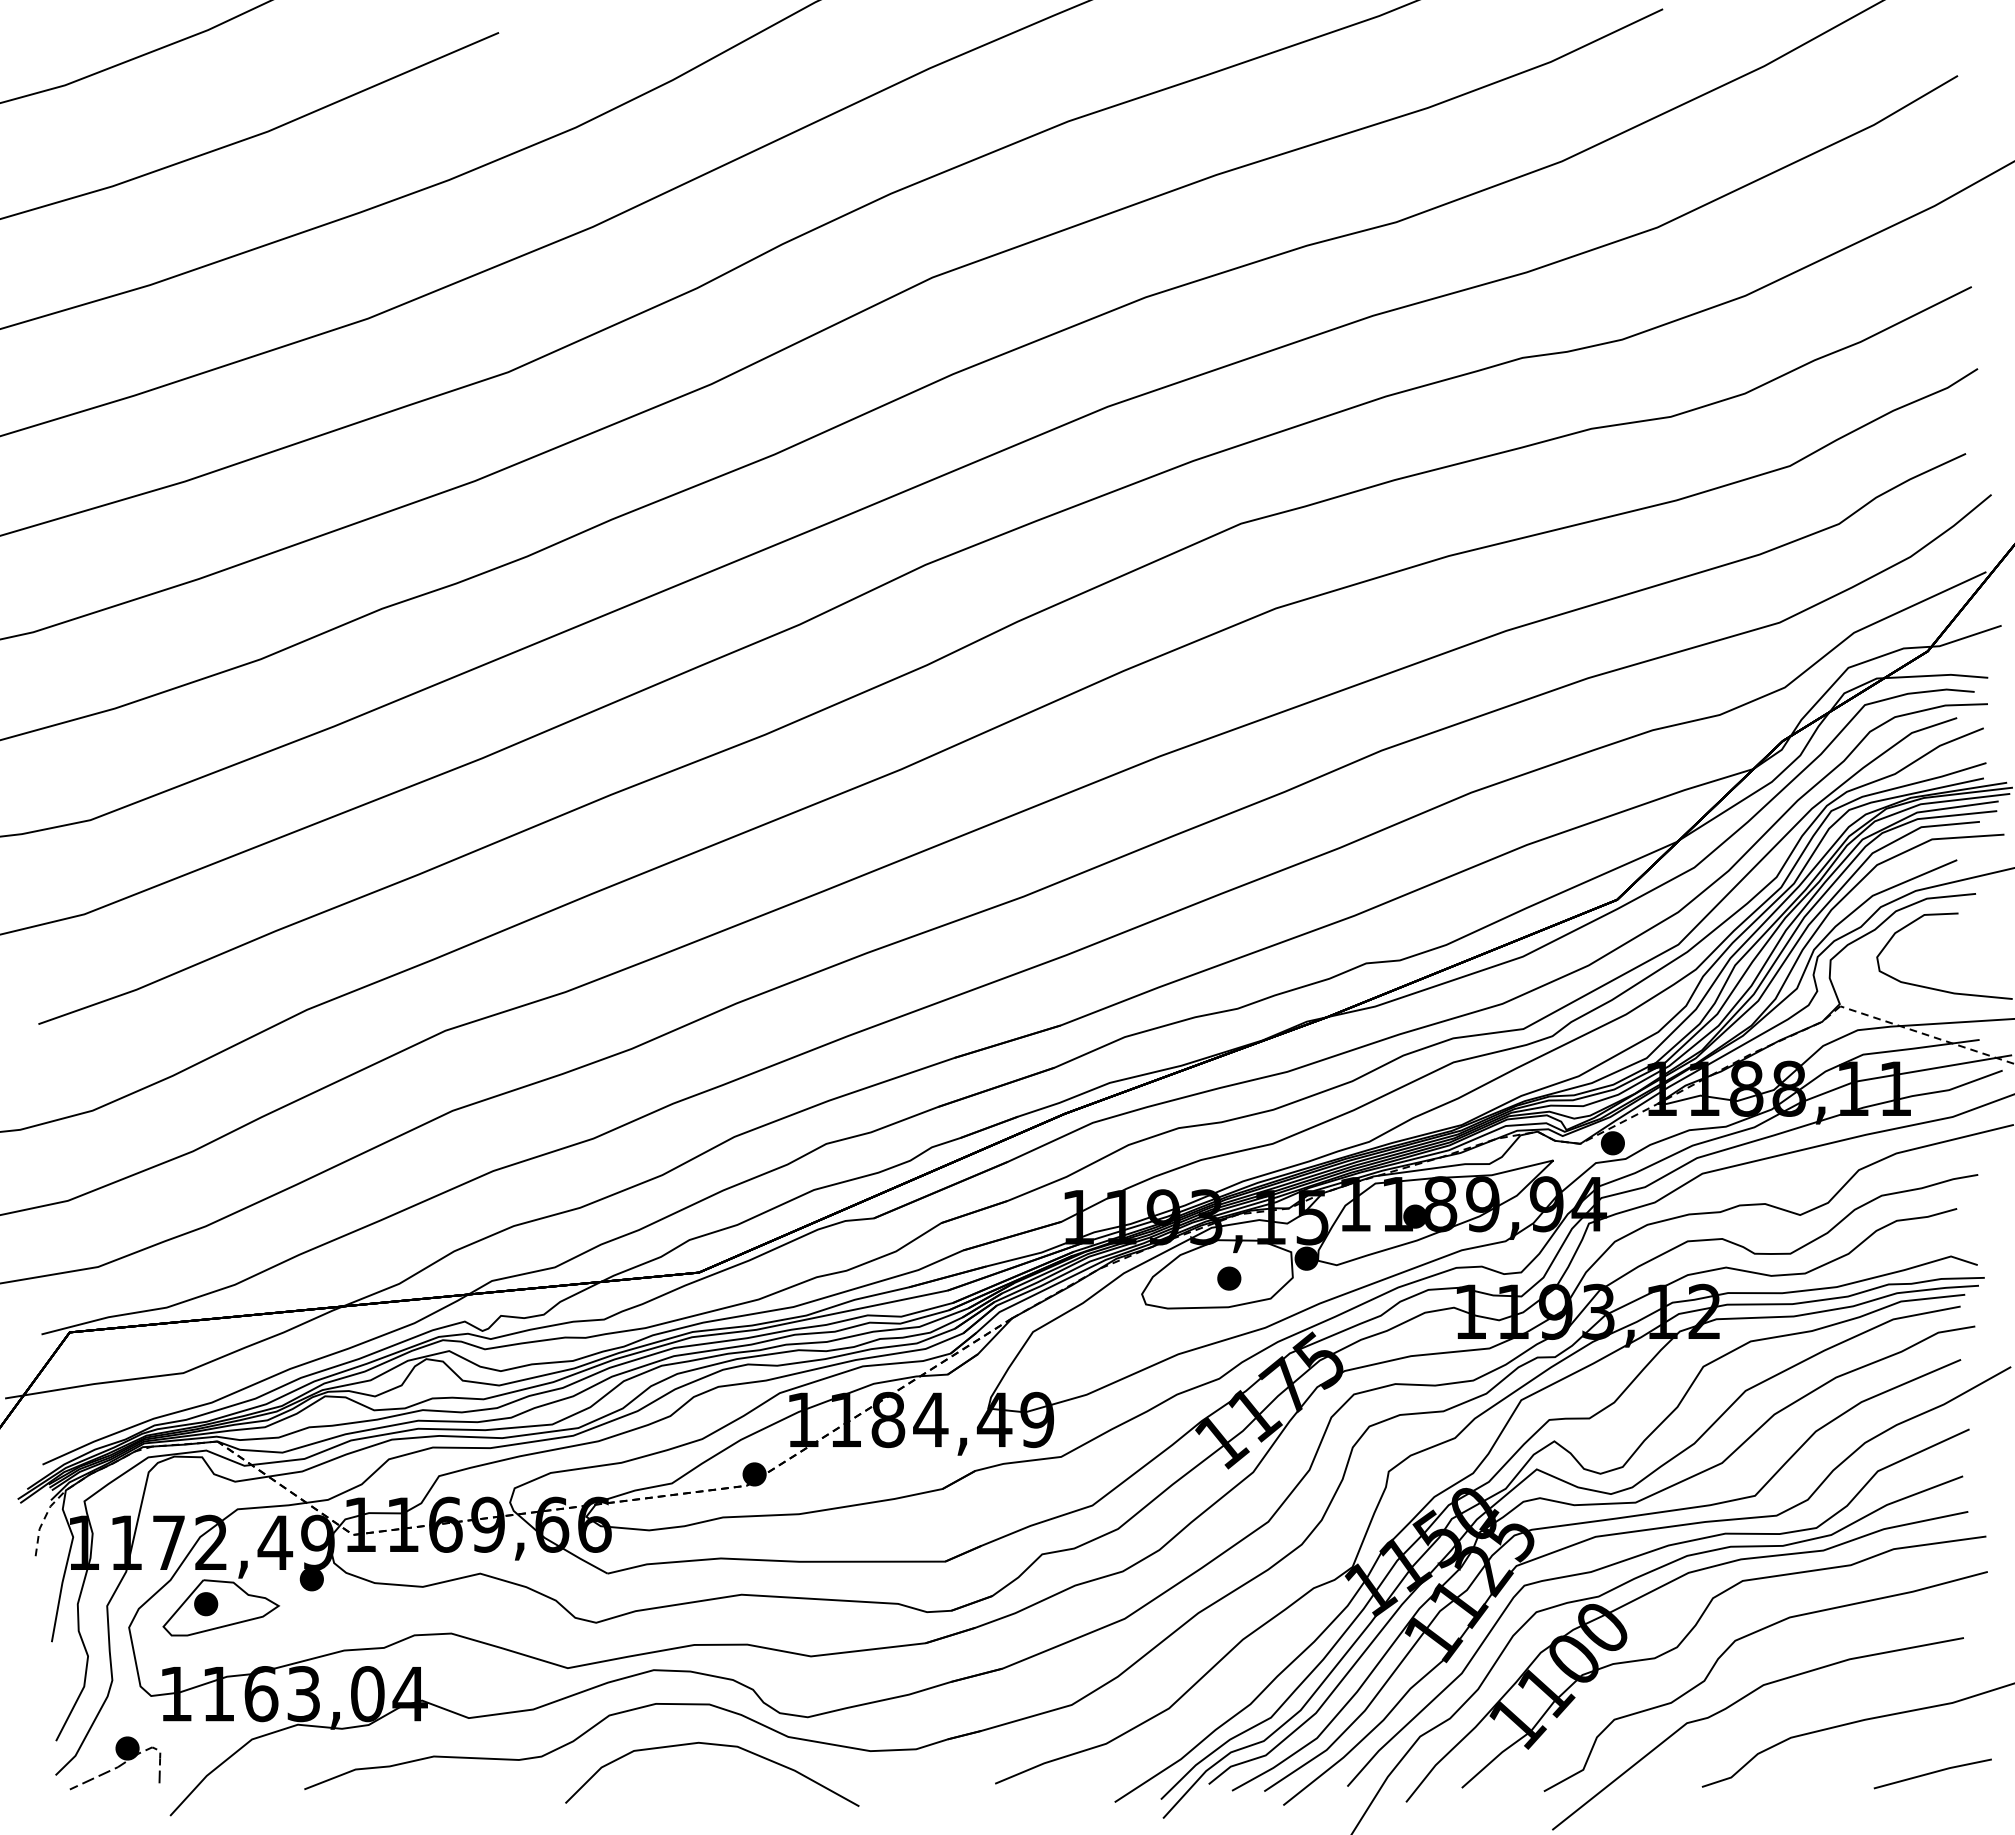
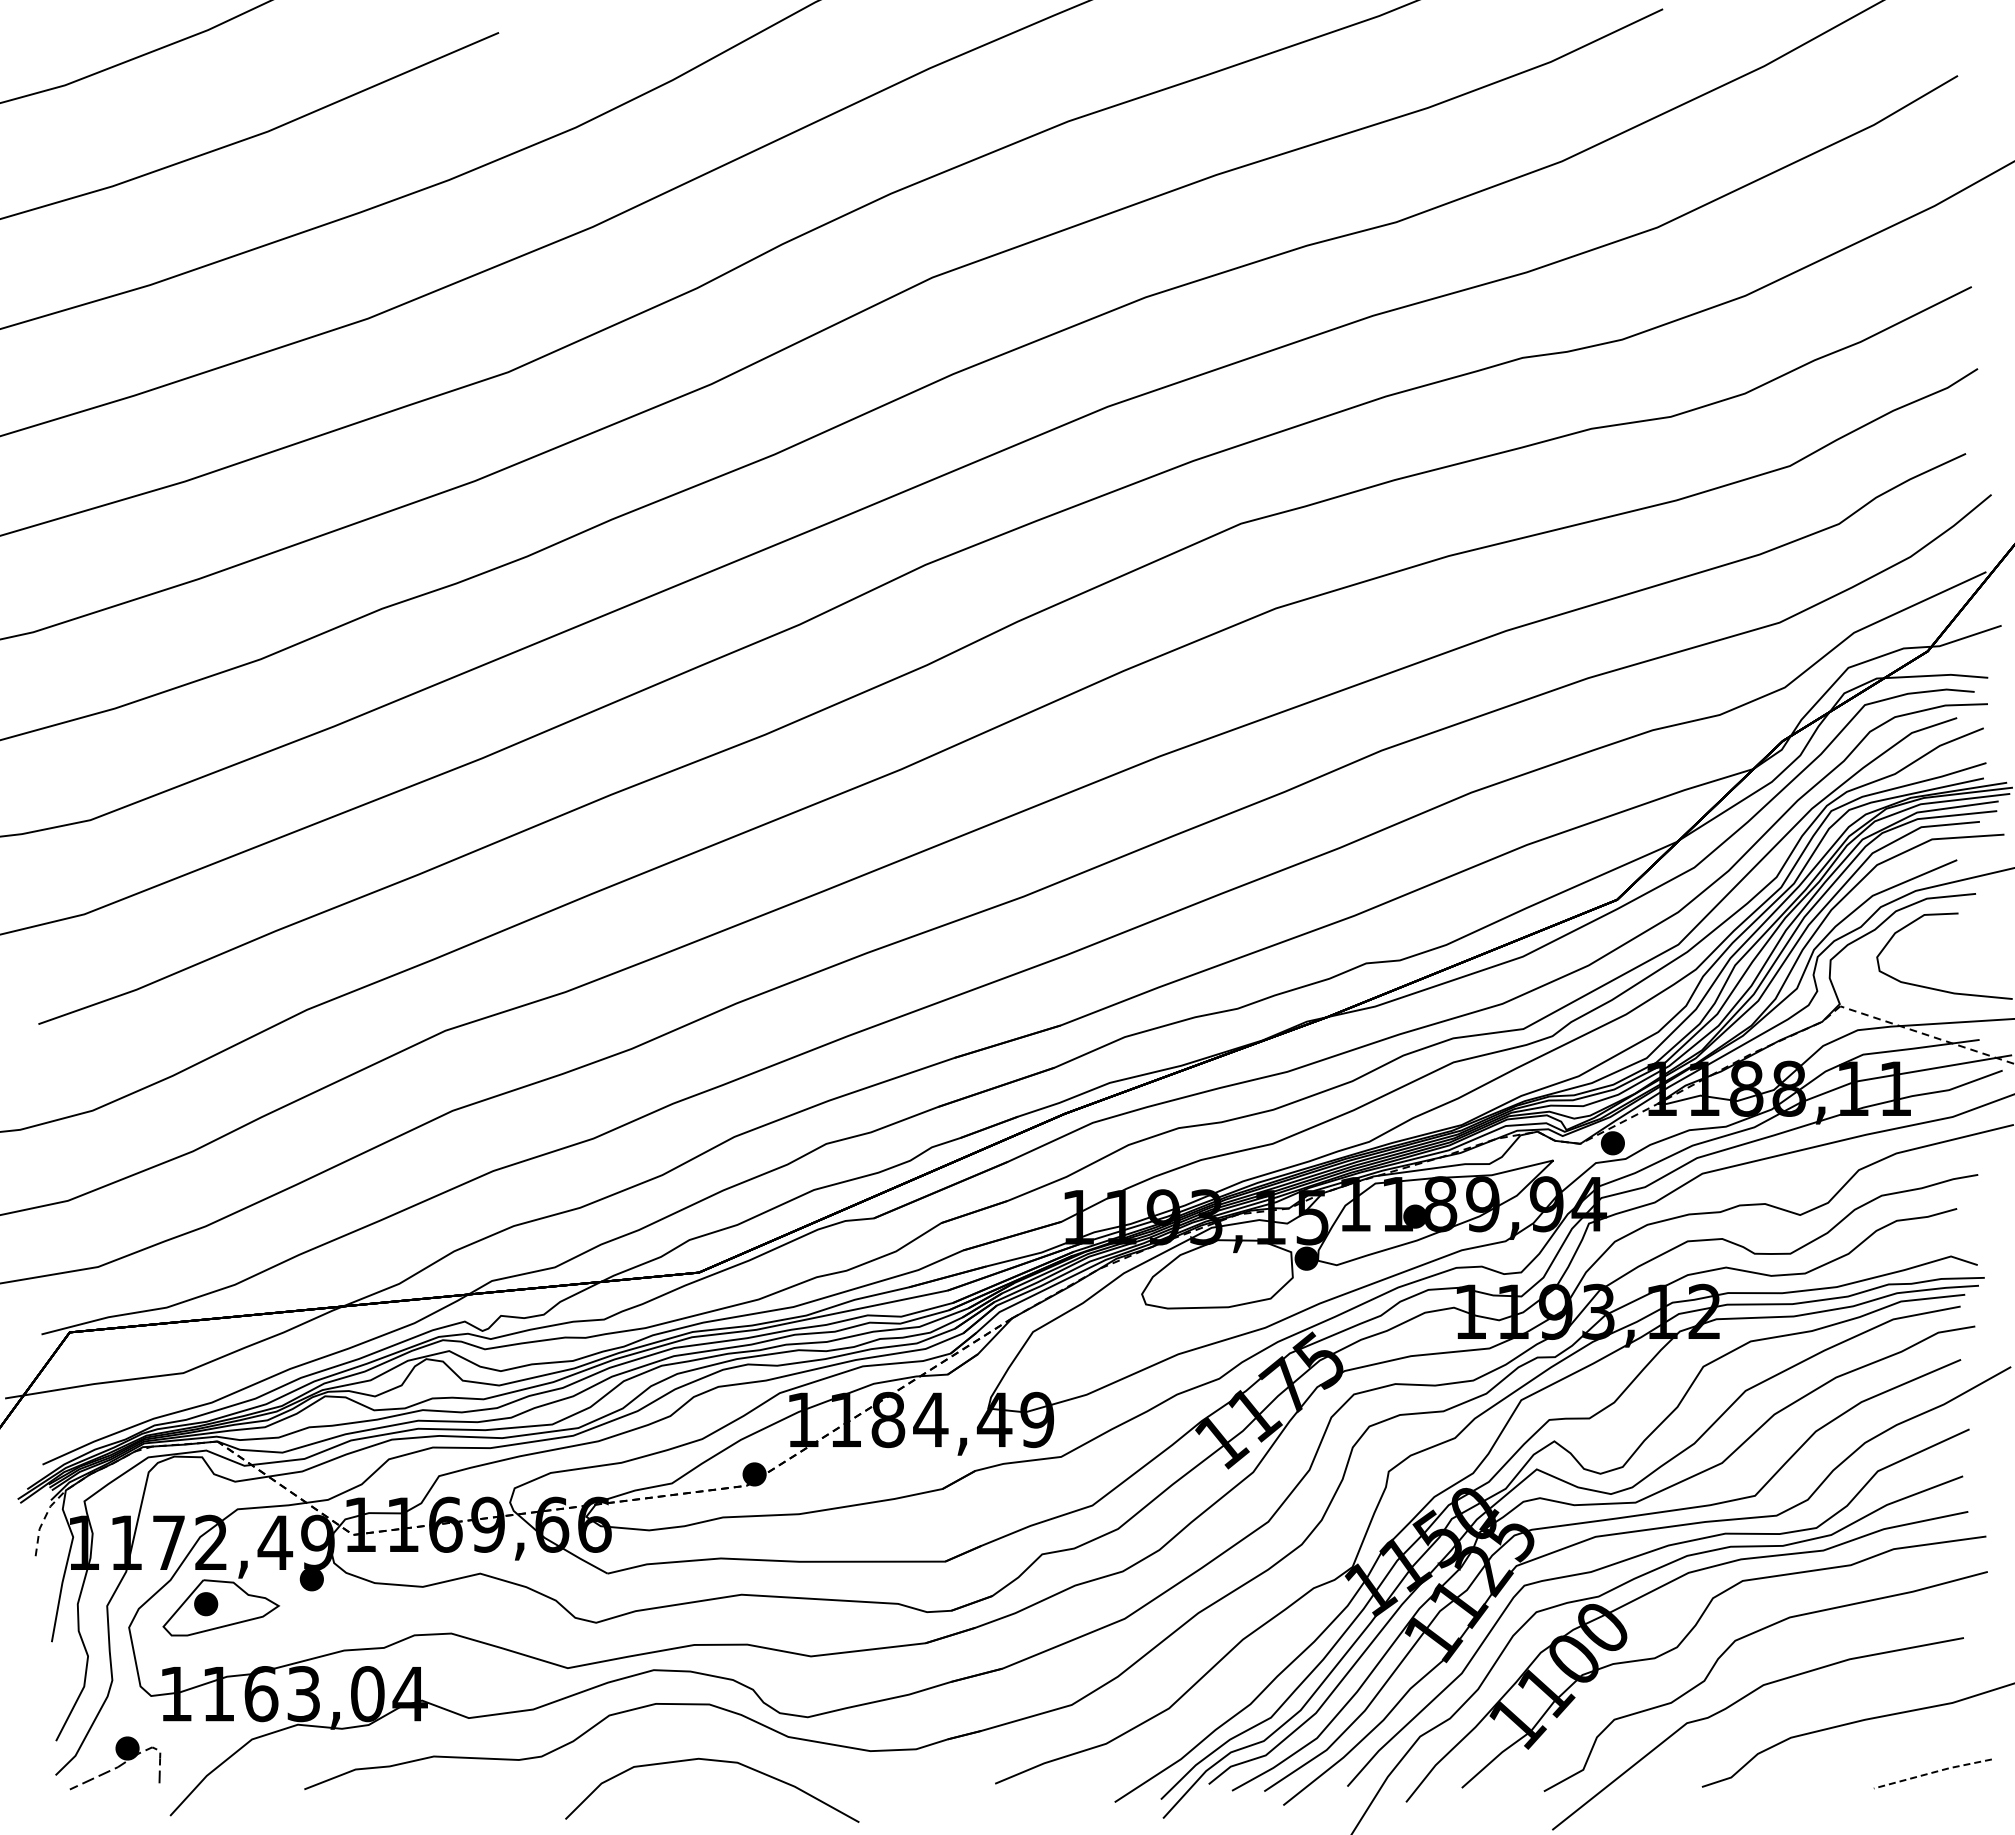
part at (1229, 1278): present -> none
curve at (712, 1745) position: (712, 1745) -> (712, 1761)
line at (1933, 1772): solid -> dashed
